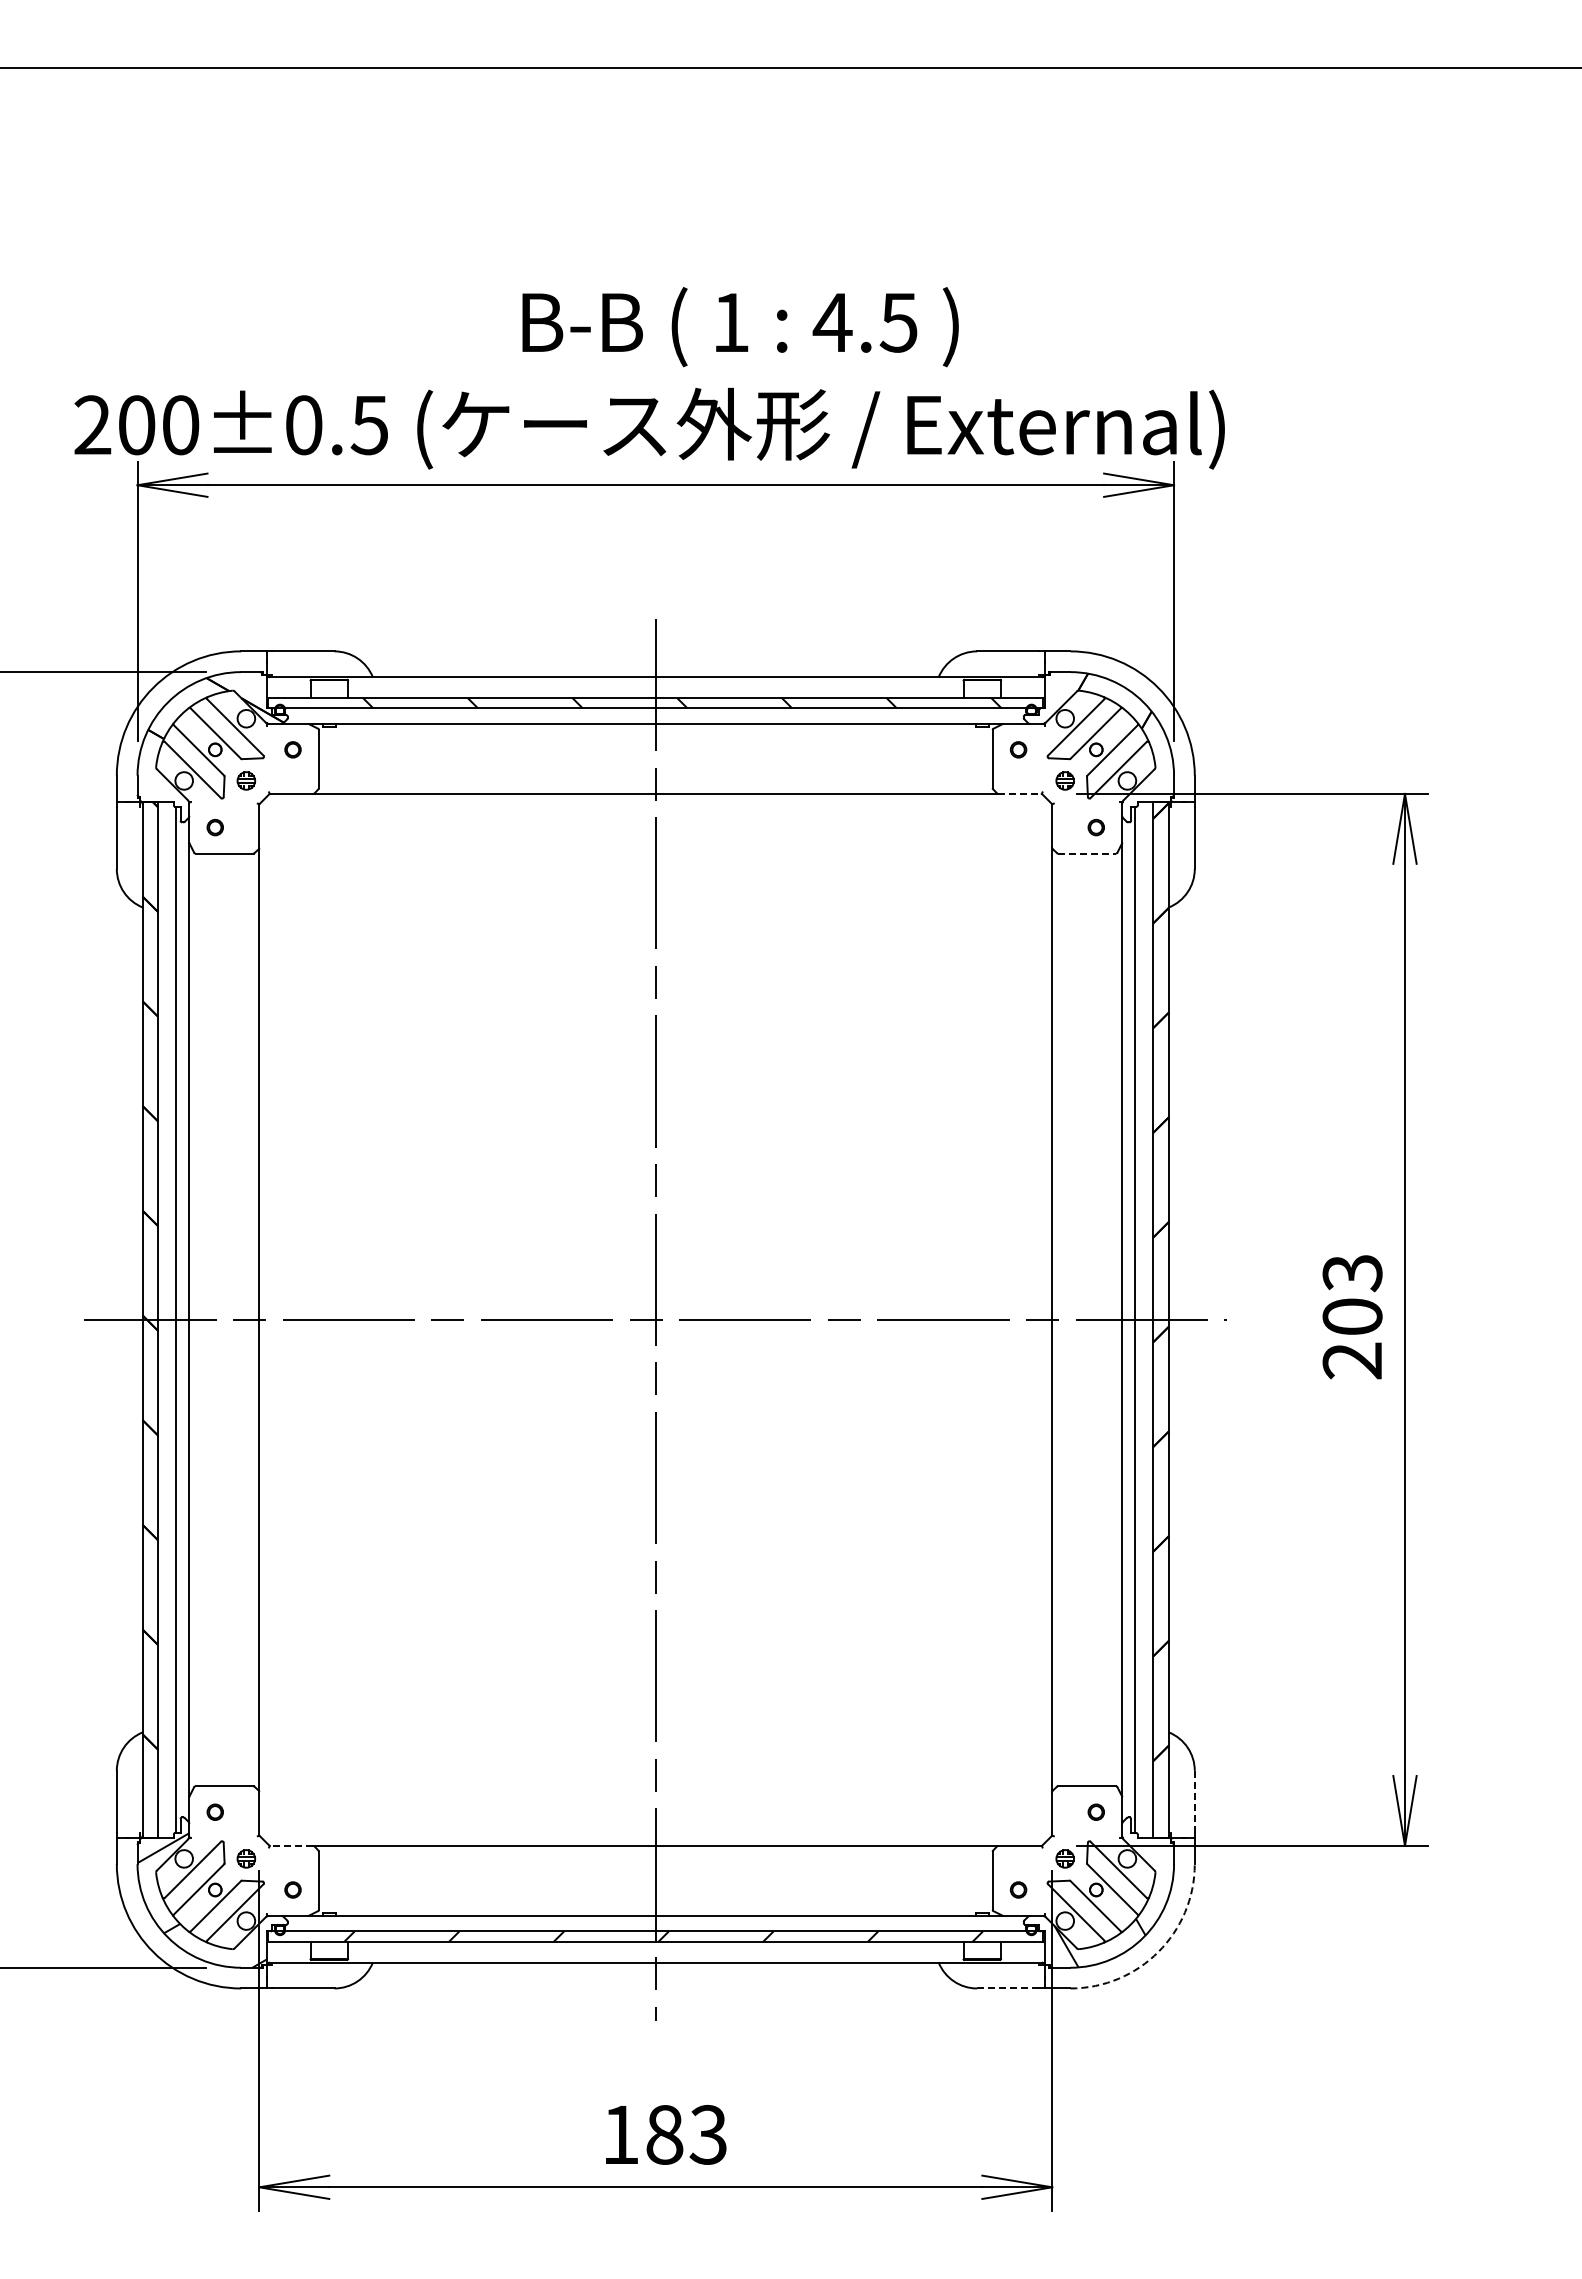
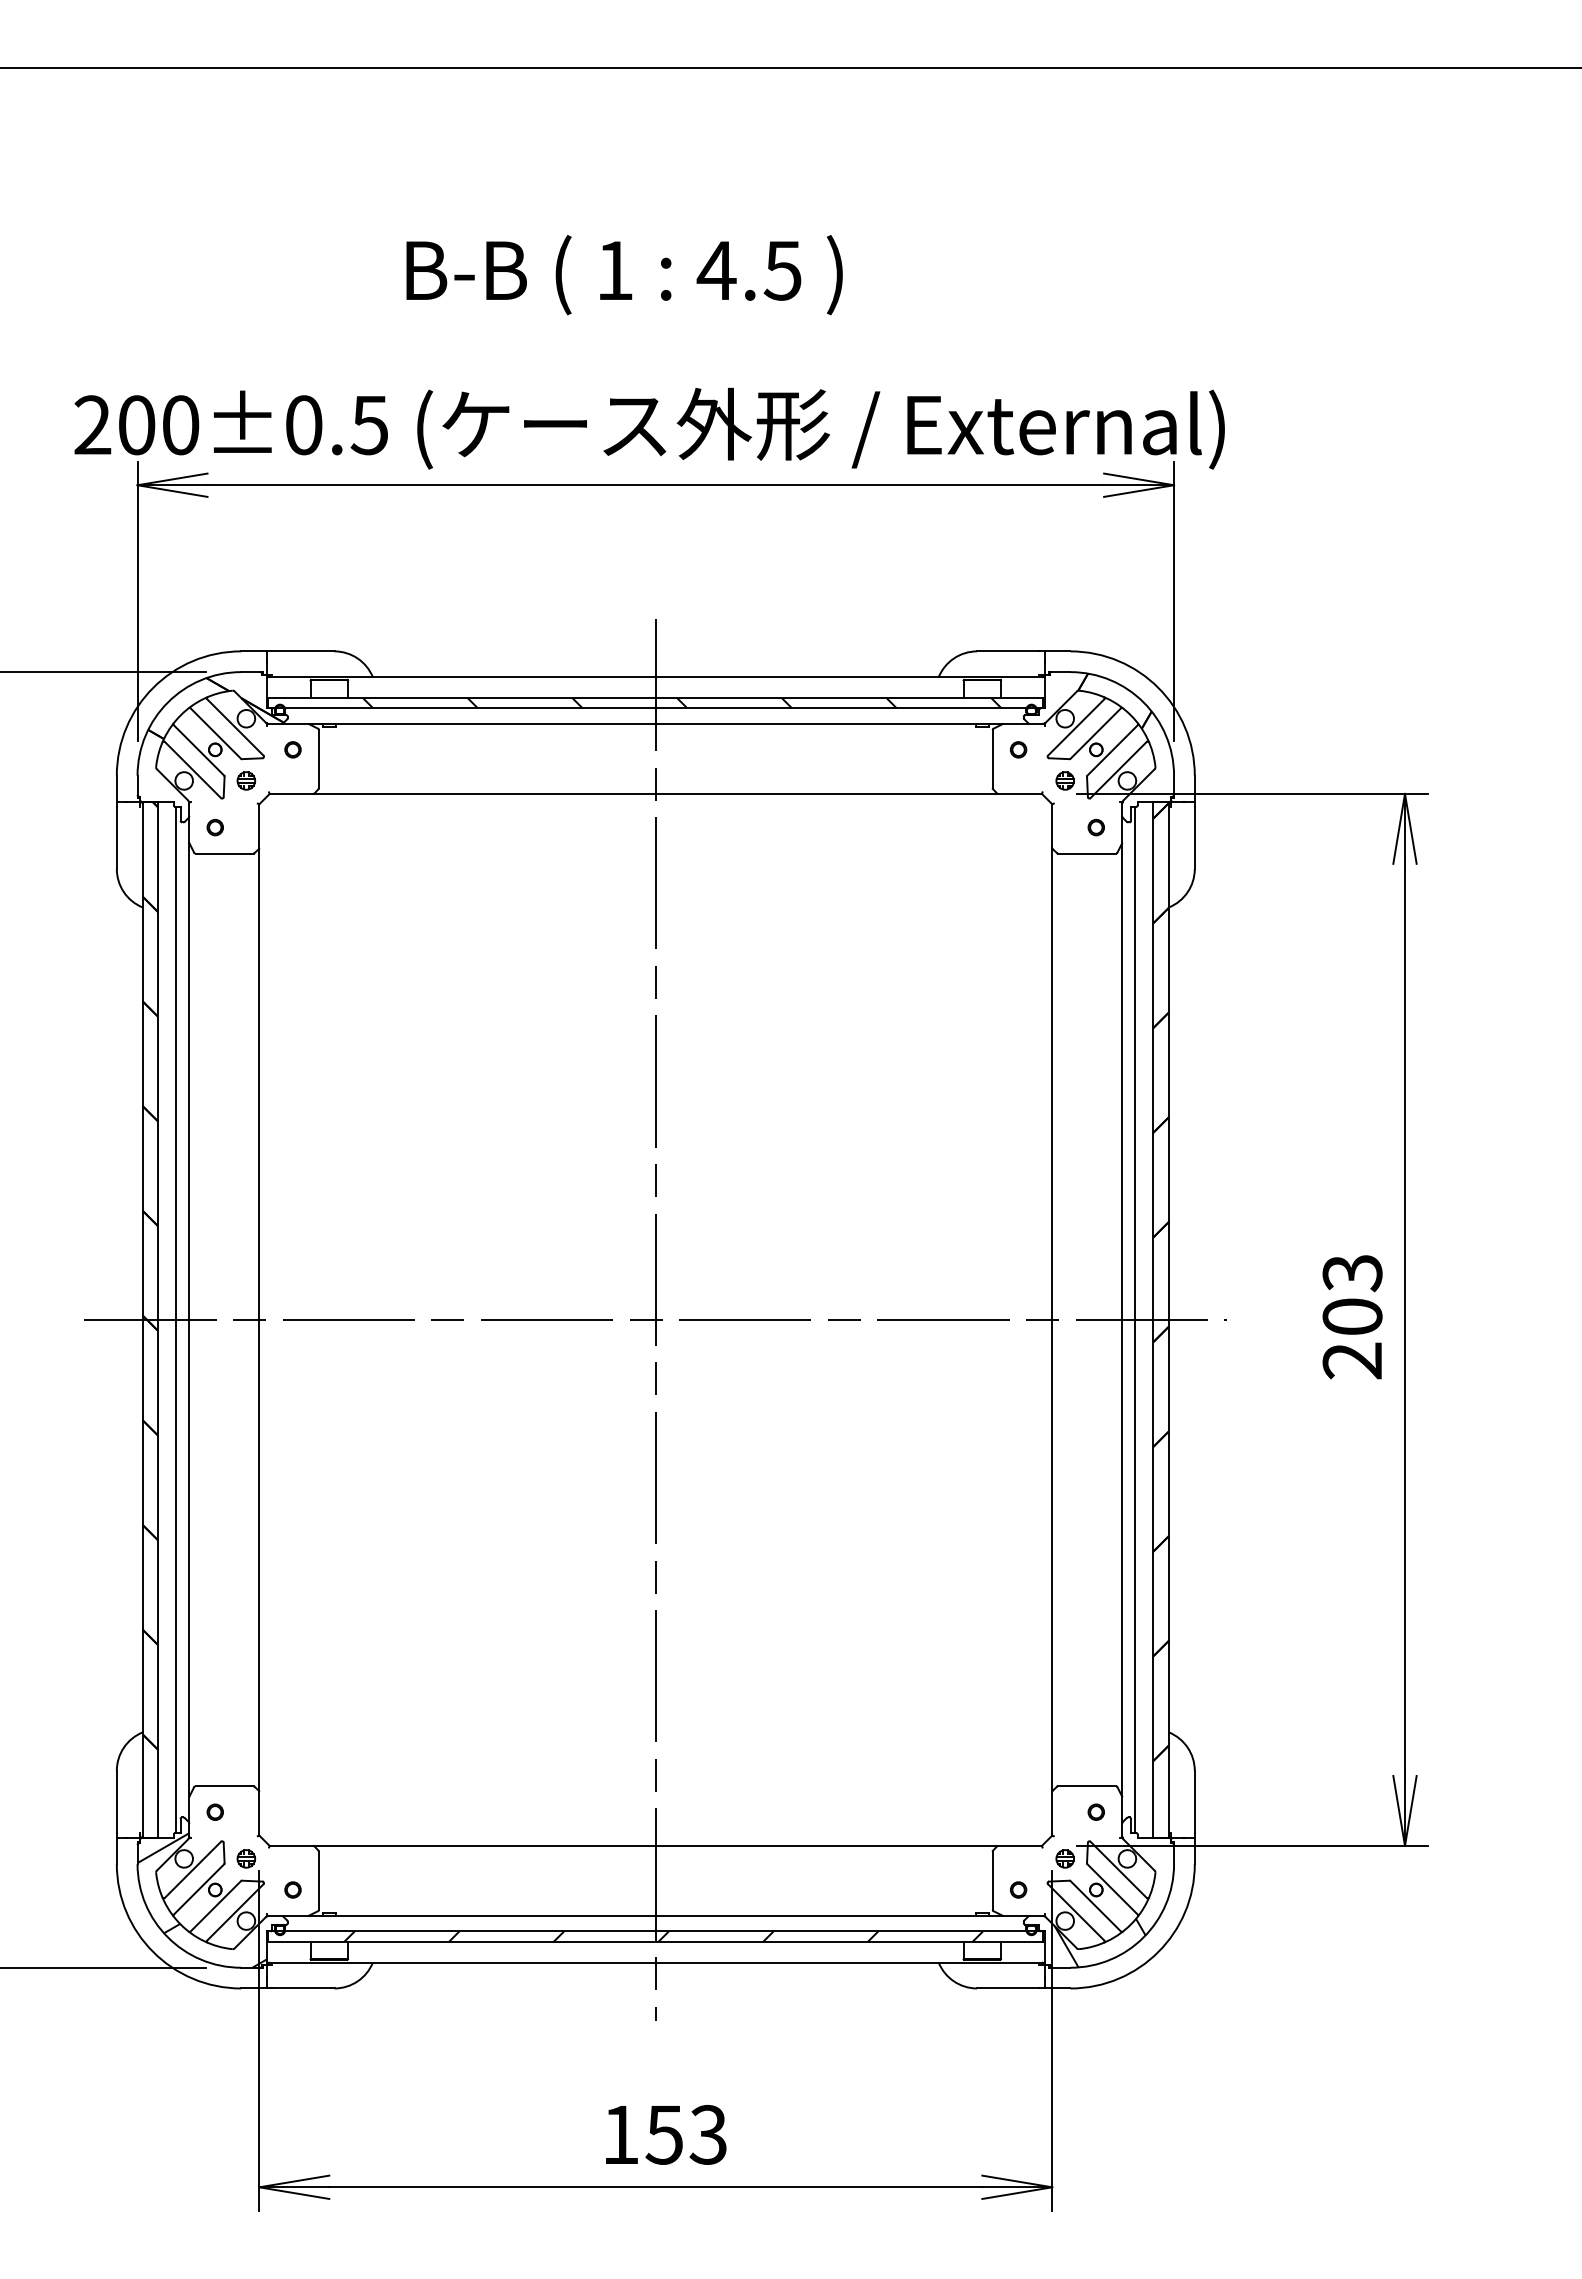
text at (740, 327) position: (740, 327) -> (624, 275)
line at (1020, 793): dashed -> solid
line at (1087, 853): dashed -> solid
line at (1194, 1802): dashed -> solid
line at (291, 1845): dashed -> solid
arc at (1158, 1952): dashed -> solid
line at (1007, 1988): dashed -> solid
text at (664, 2134): 183 -> 153
